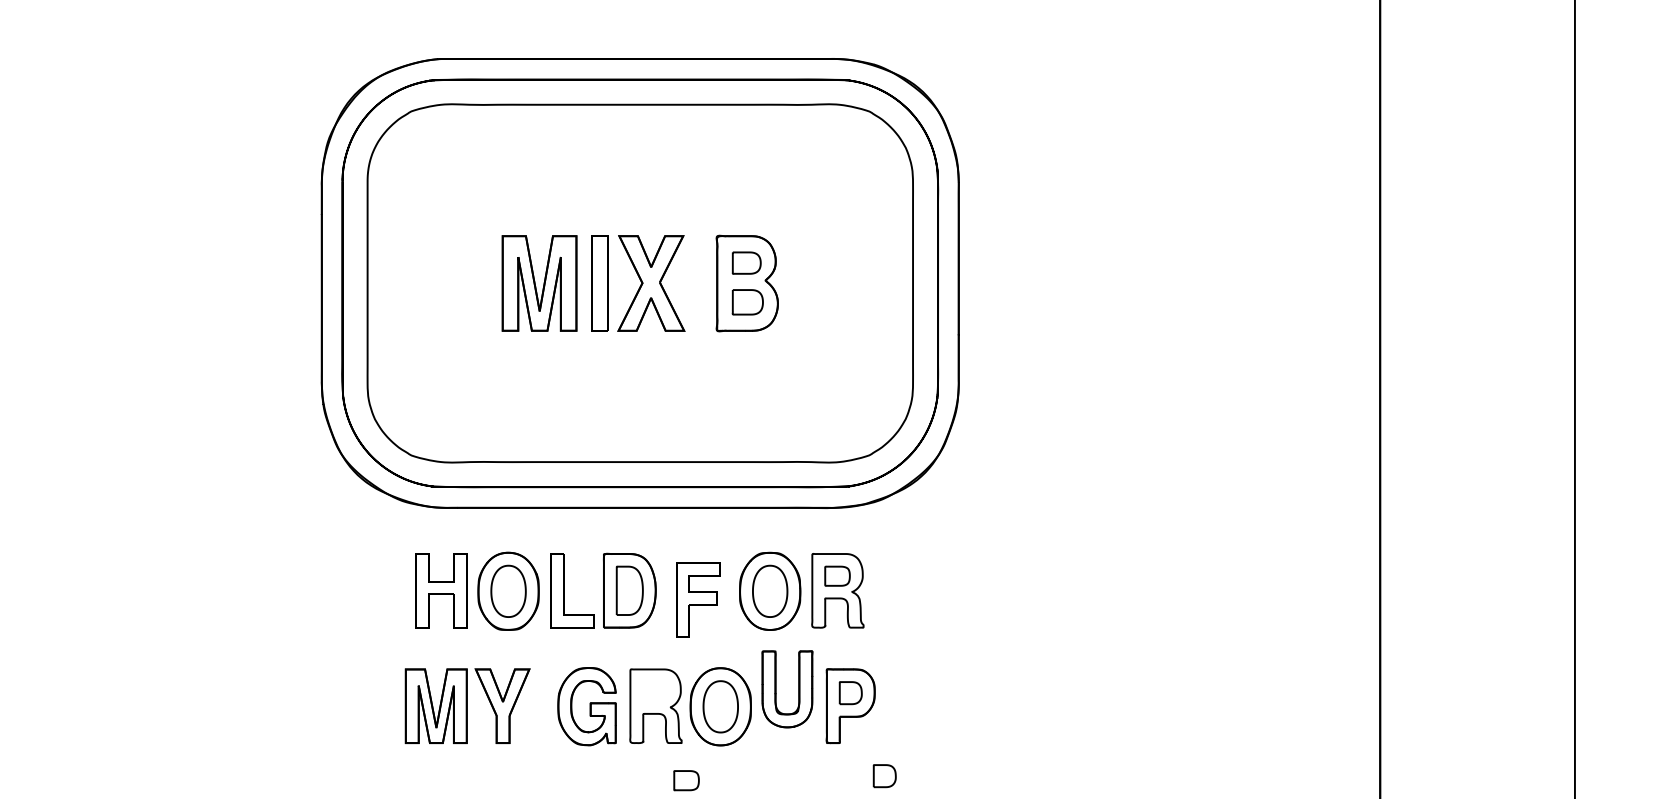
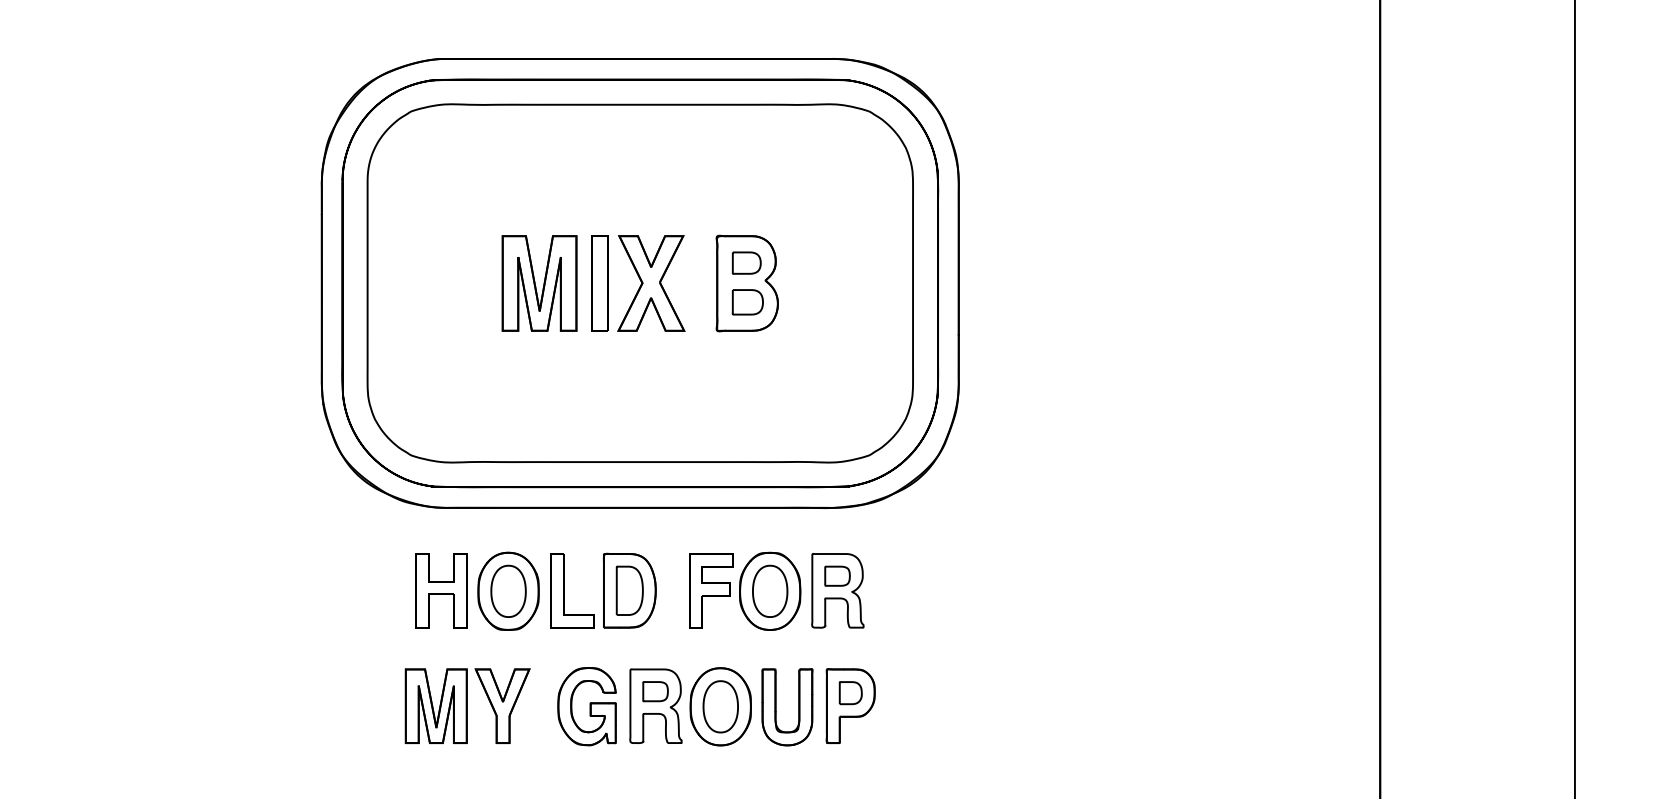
part at (698, 599) position: (698, 599) -> (711, 590)
part at (776, 689) position: (776, 689) -> (776, 707)
part at (884, 776): present -> none
part at (686, 780) position: (686, 780) -> (655, 691)
